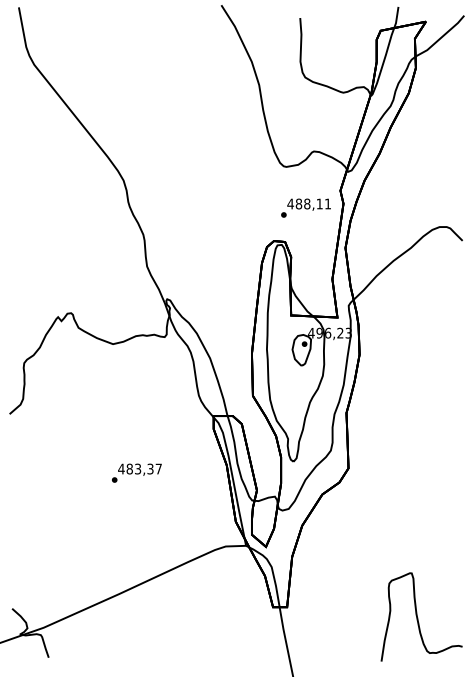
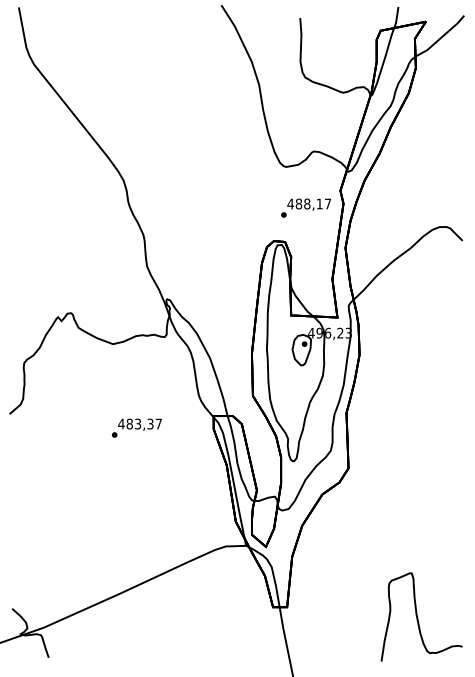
text at (327, 203): 488,11 -> 488,17
text at (136, 472) position: (136, 472) -> (136, 427)
